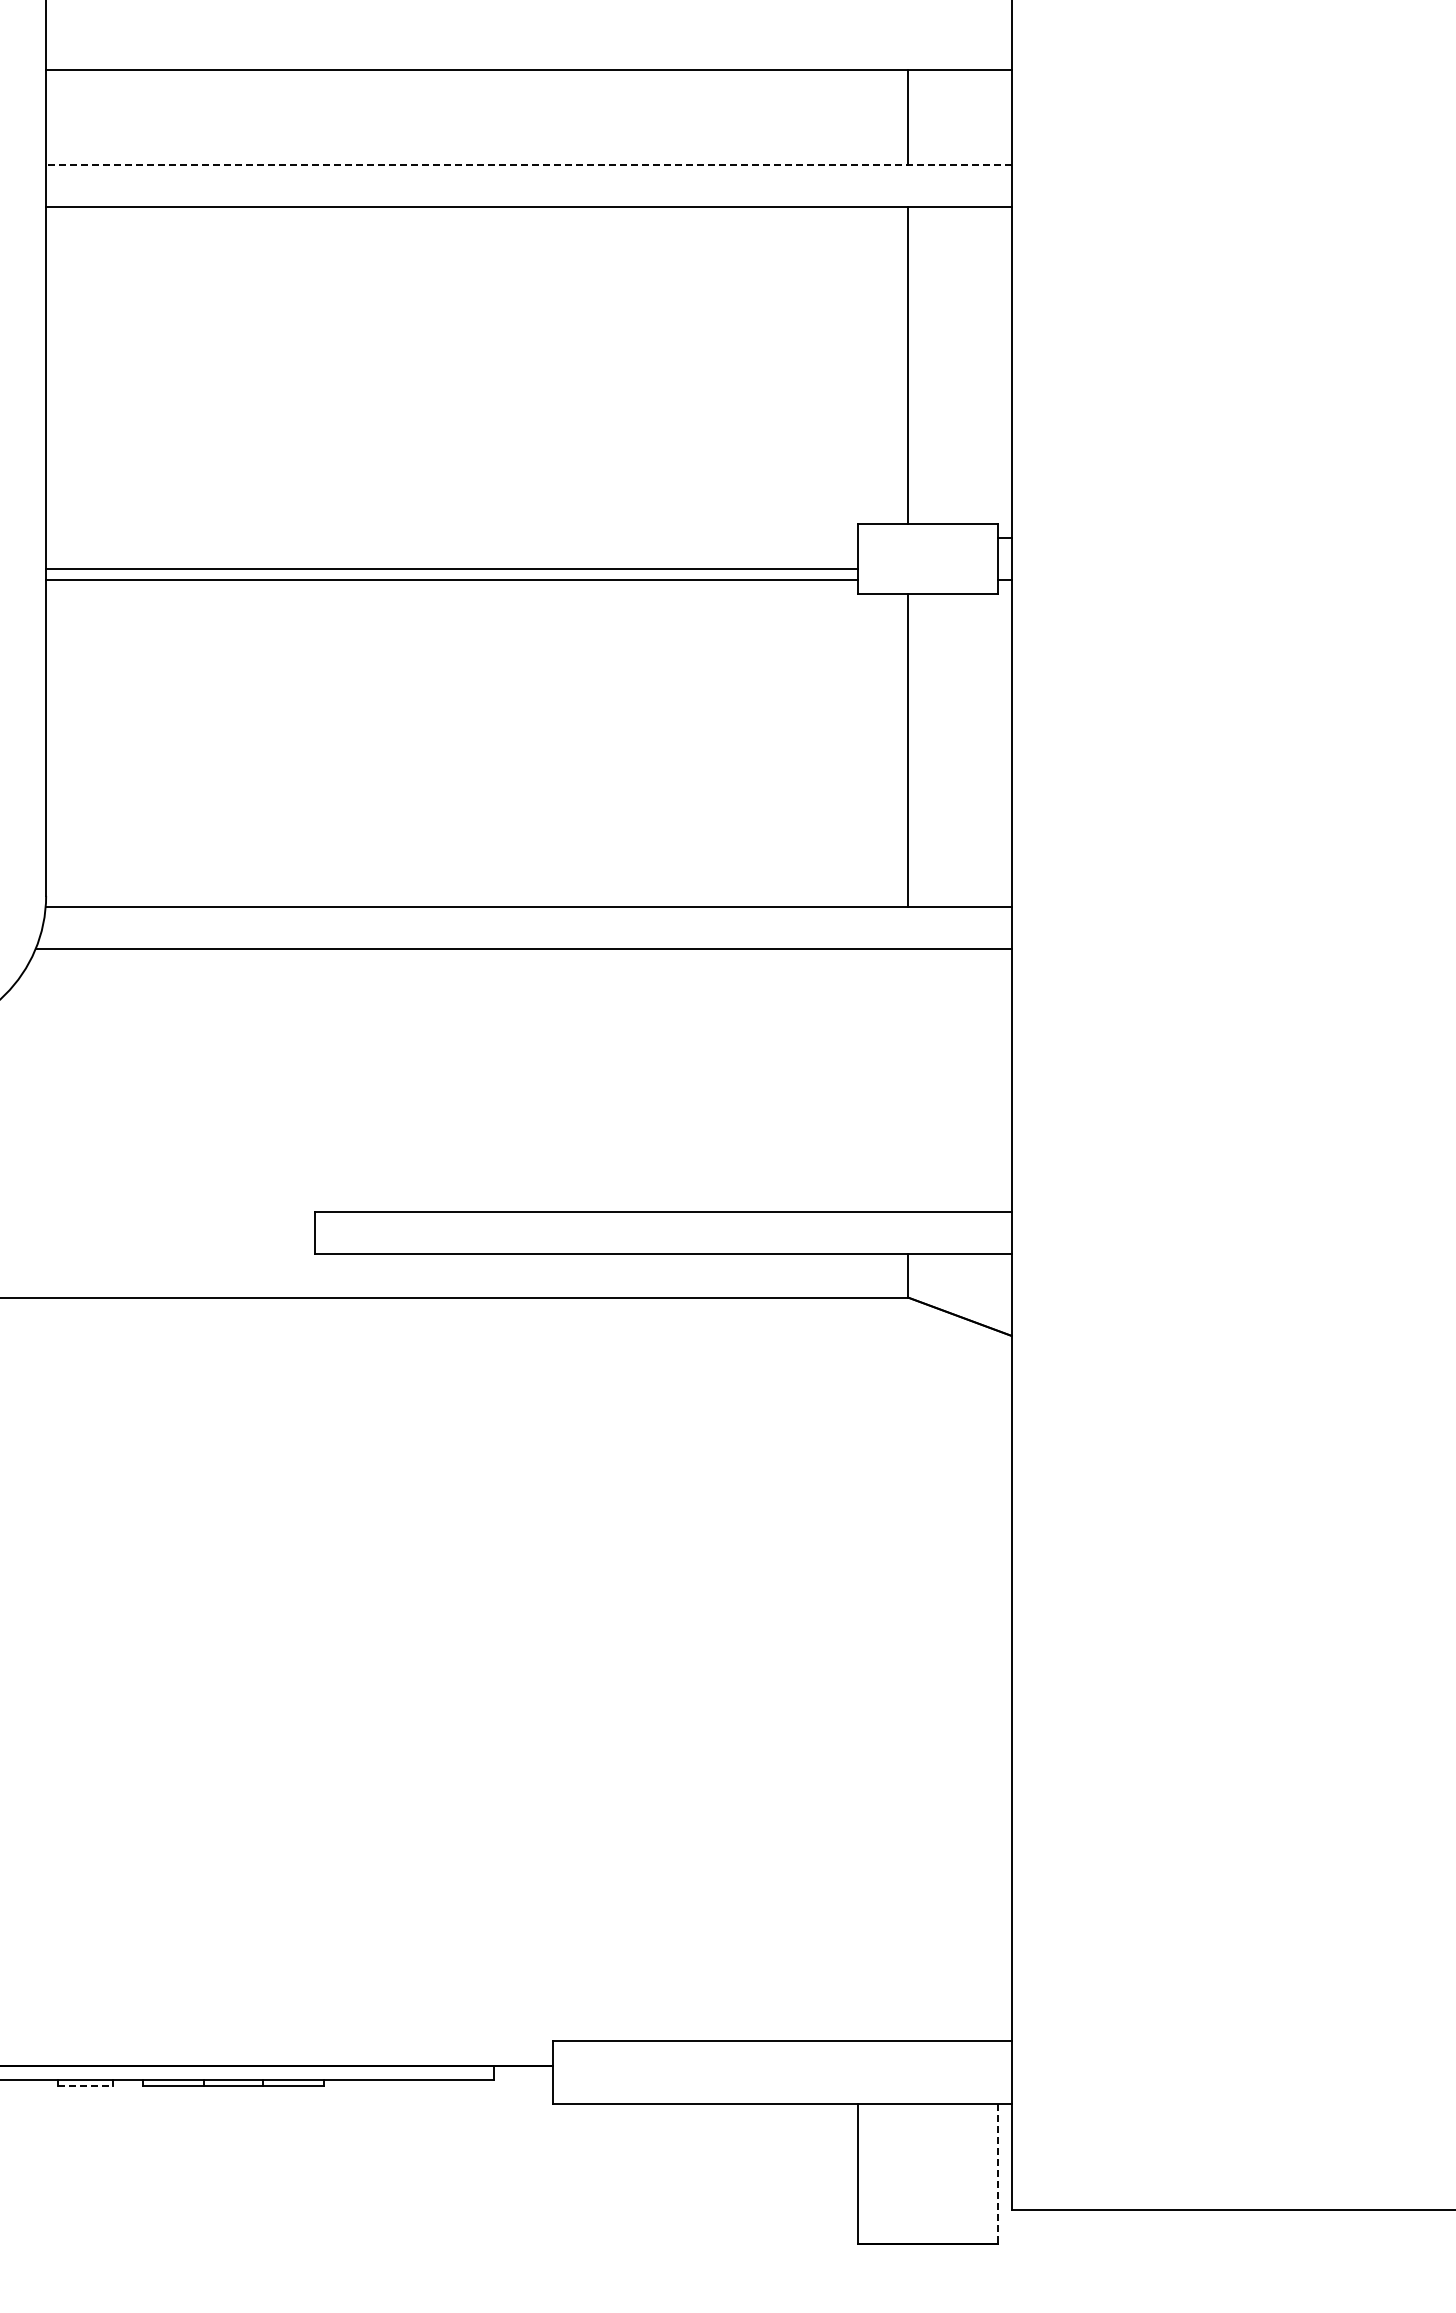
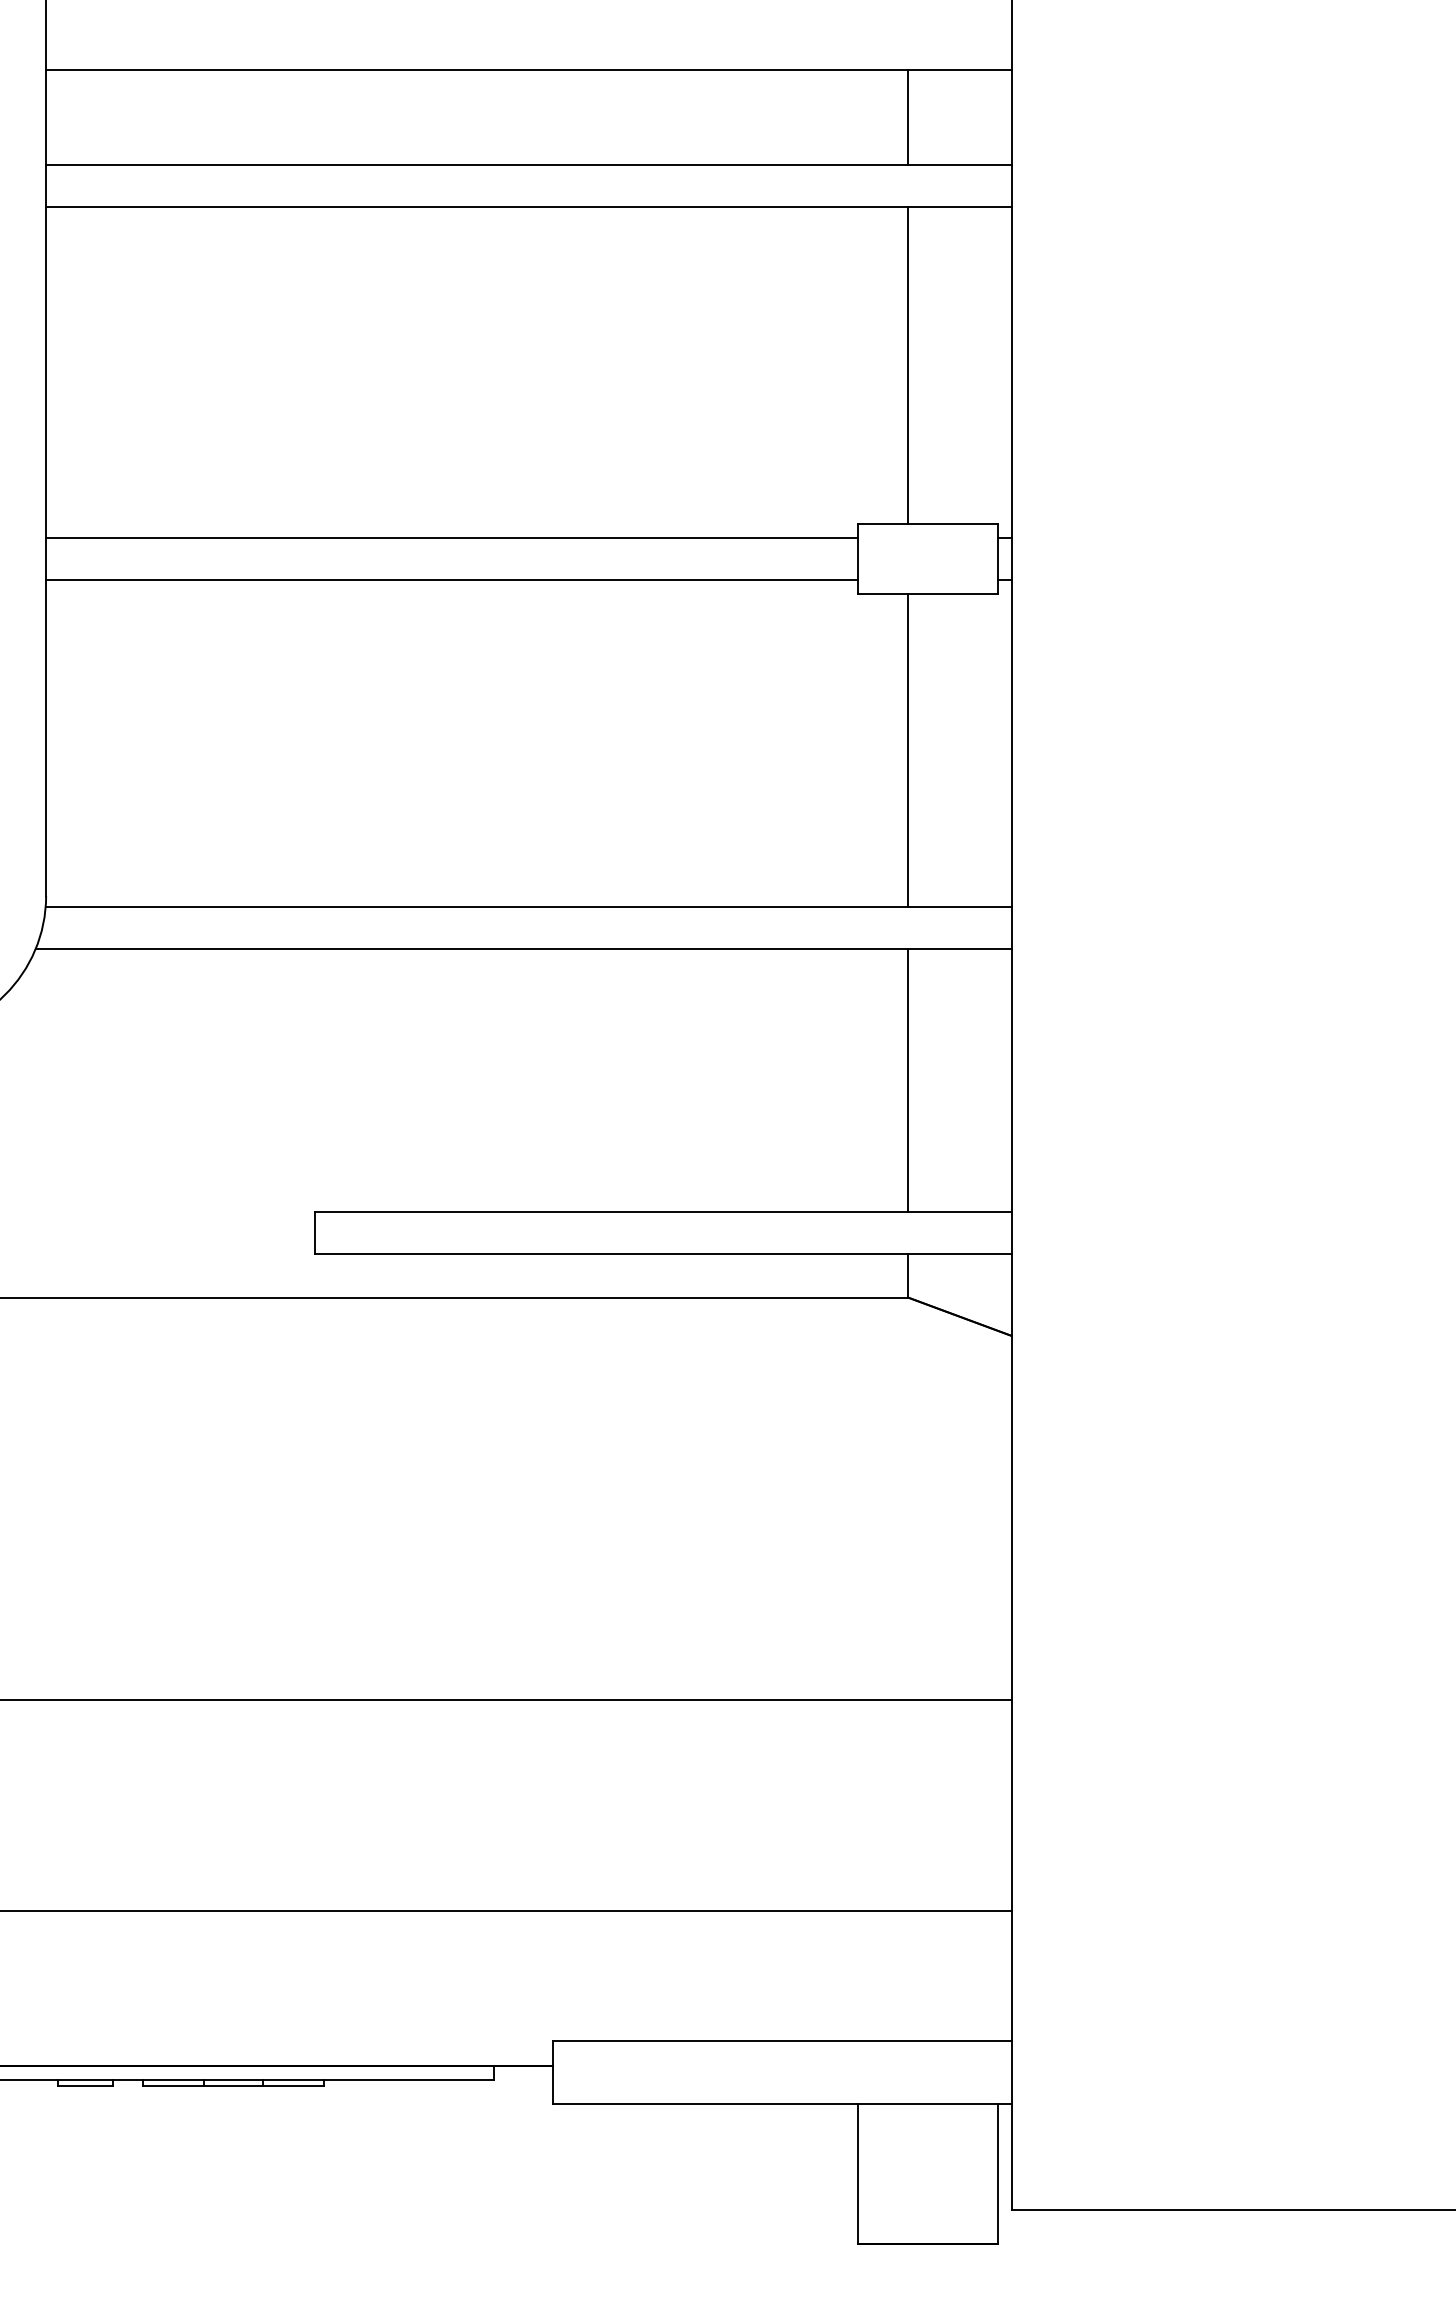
line at (529, 165): dashed -> solid
line at (451, 568) position: (451, 568) -> (451, 537)
line at (908, 1080): none -> present
line at (506, 1700): none -> present
line at (506, 1910): none -> present
line at (85, 2085): dashed -> solid
line at (997, 2173): dashed -> solid
